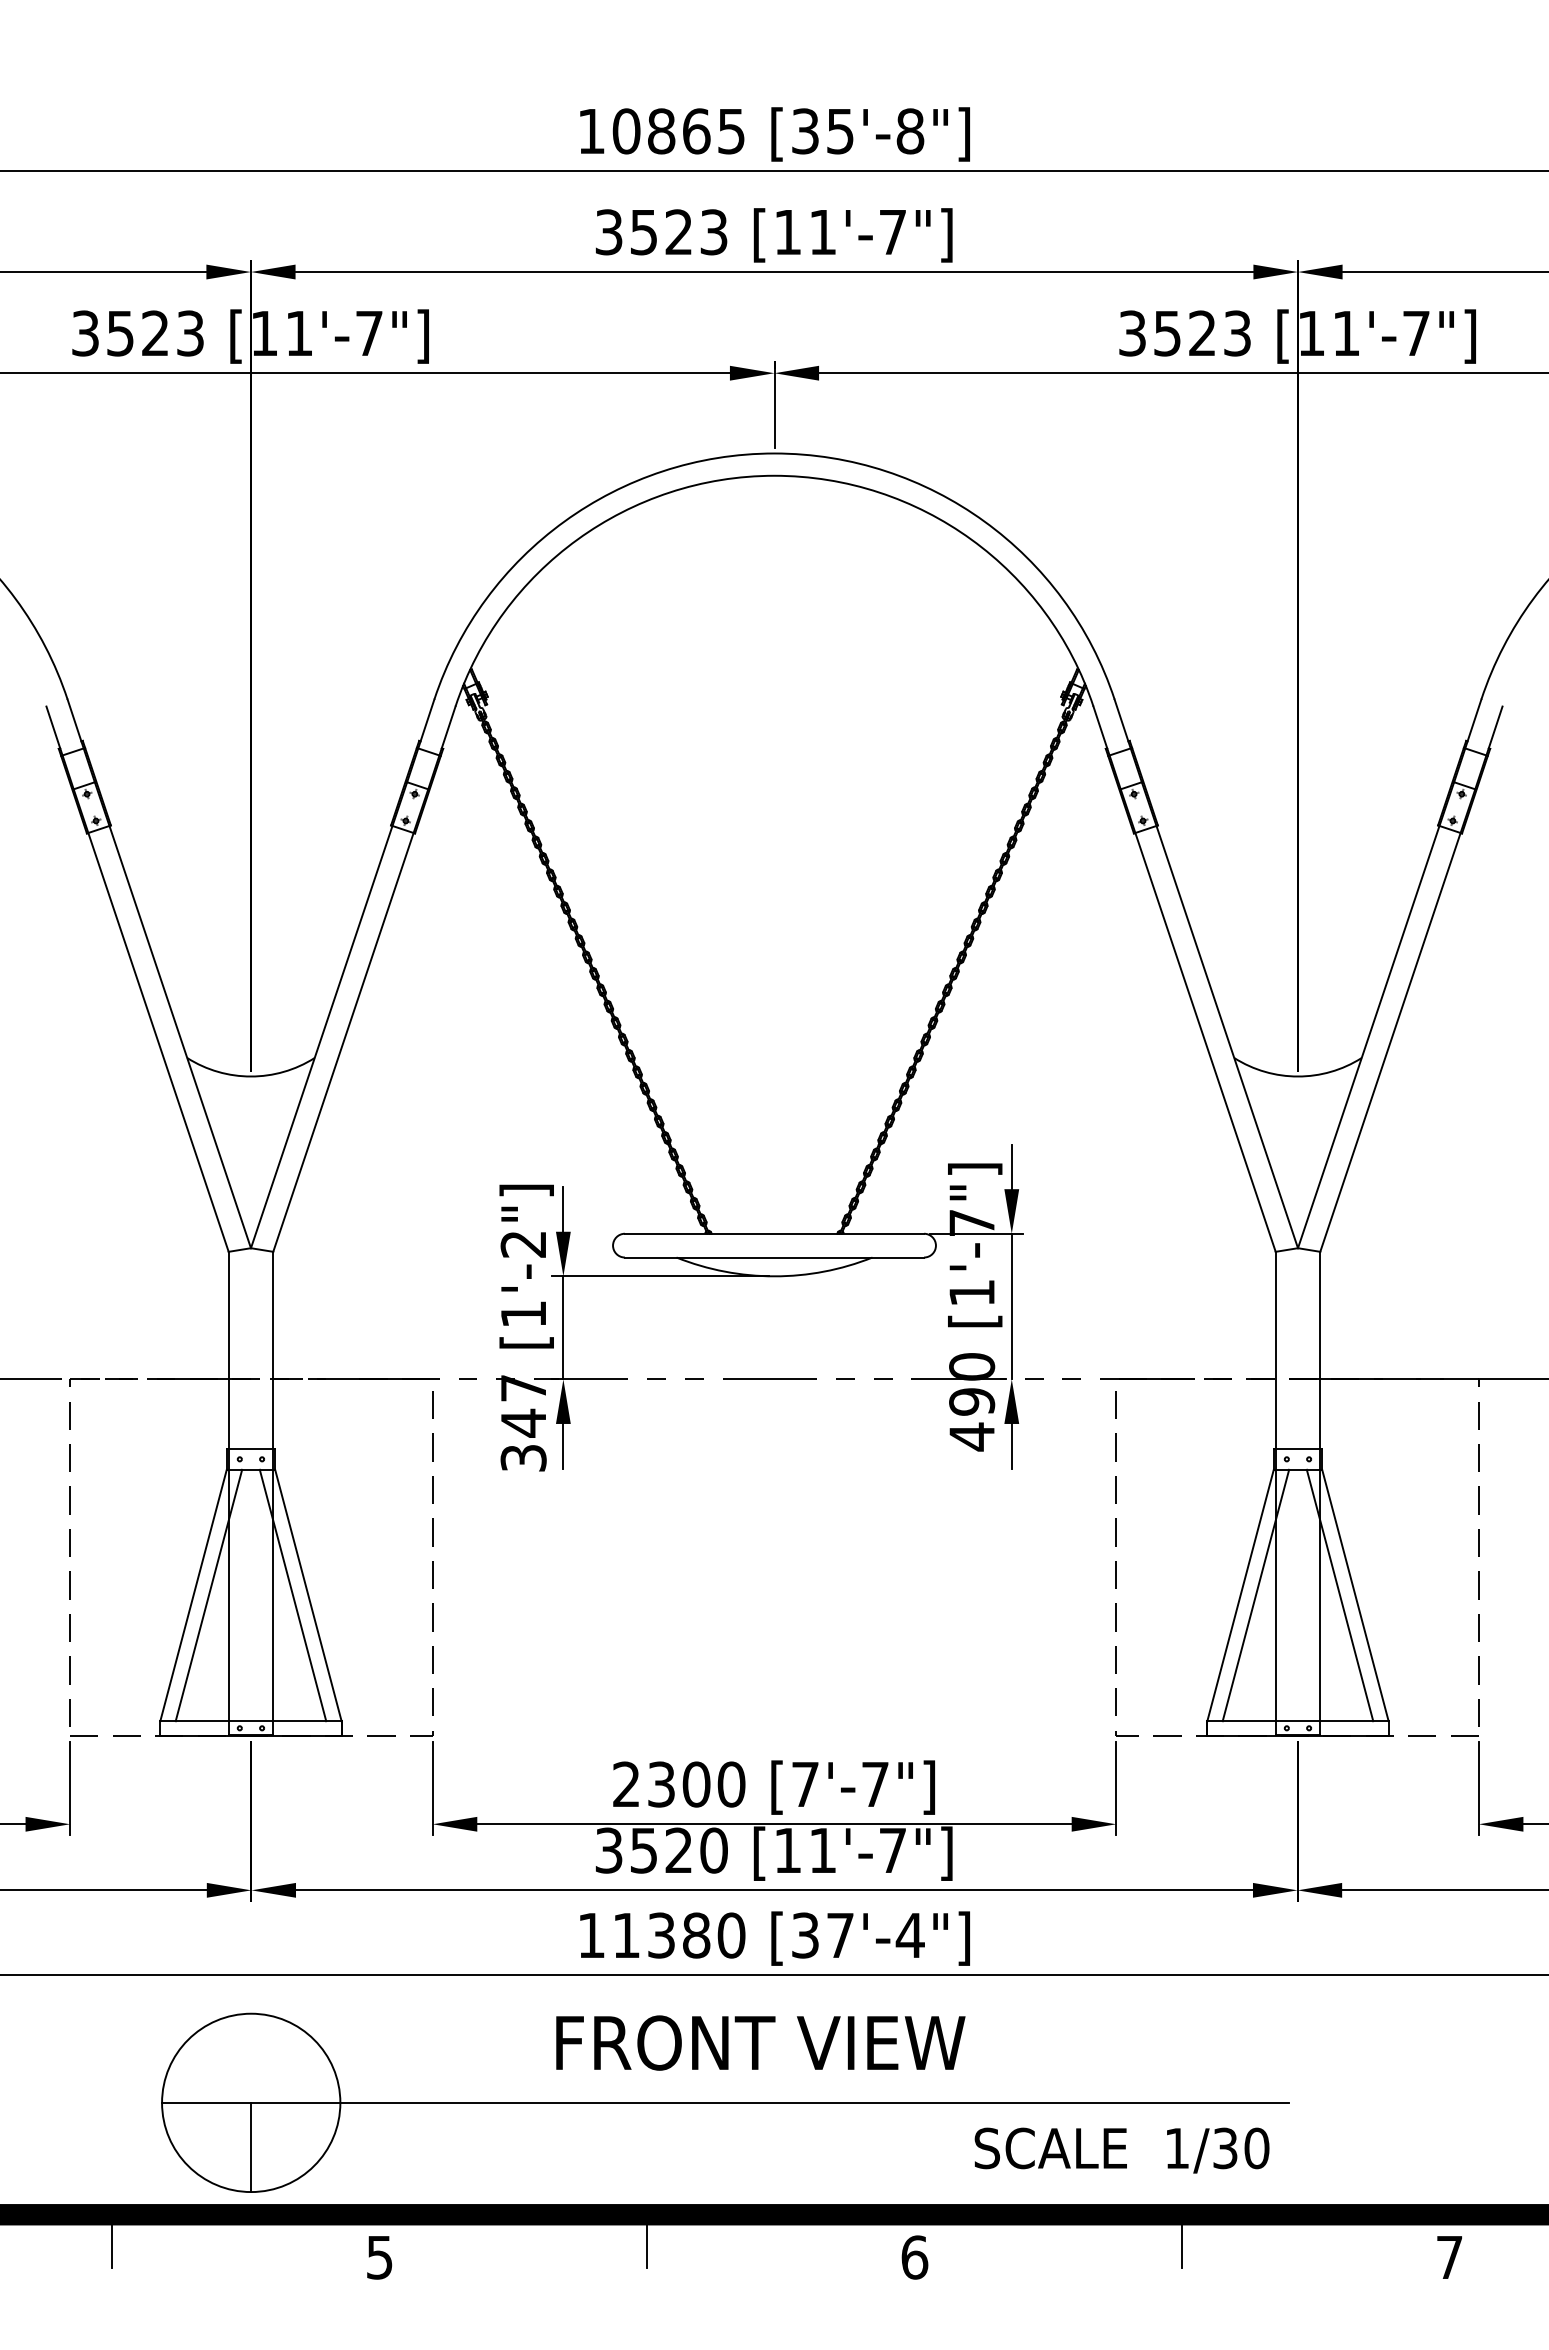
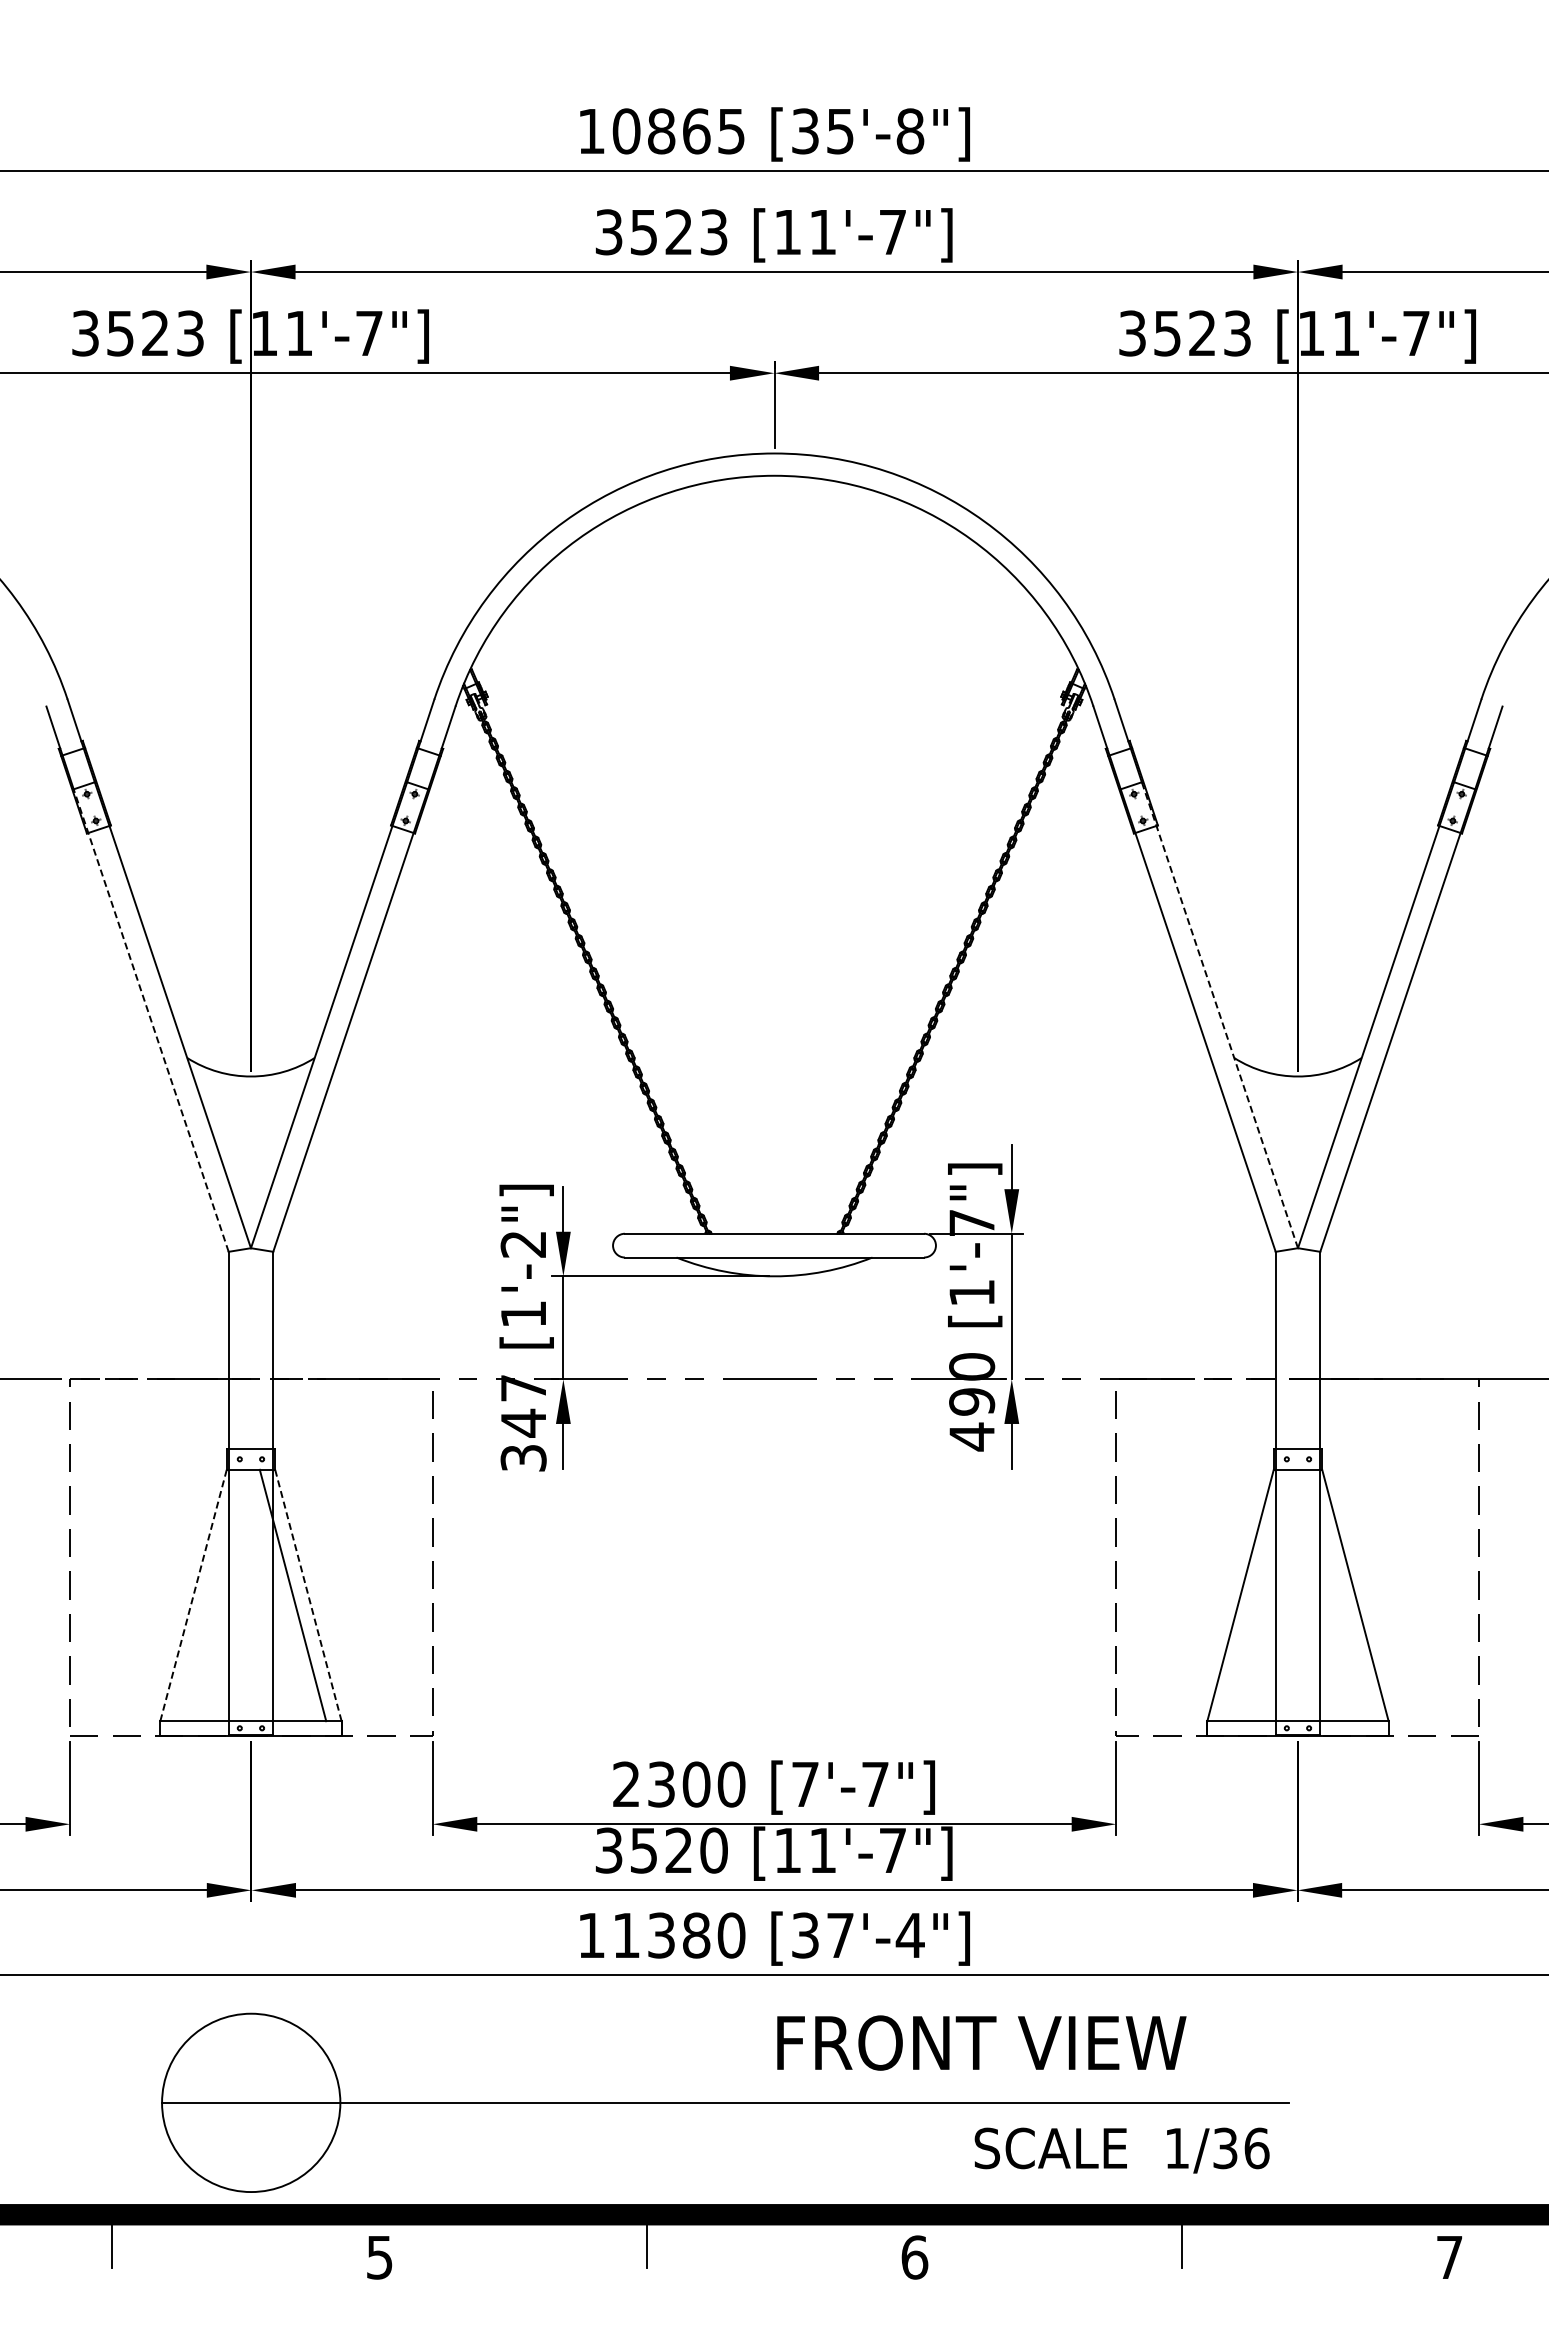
line at (1219, 1015): solid -> dashed
line at (151, 1020): solid -> dashed
line at (208, 1595): present -> none
line at (1255, 1595): present -> none
line at (1339, 1595): present -> none
line at (193, 1596): solid -> dashed
line at (308, 1596): solid -> dashed
text at (760, 2042) position: (760, 2042) -> (981, 2042)
line at (251, 2147): present -> none
text at (1256, 2148): 1/30 -> 1/36
